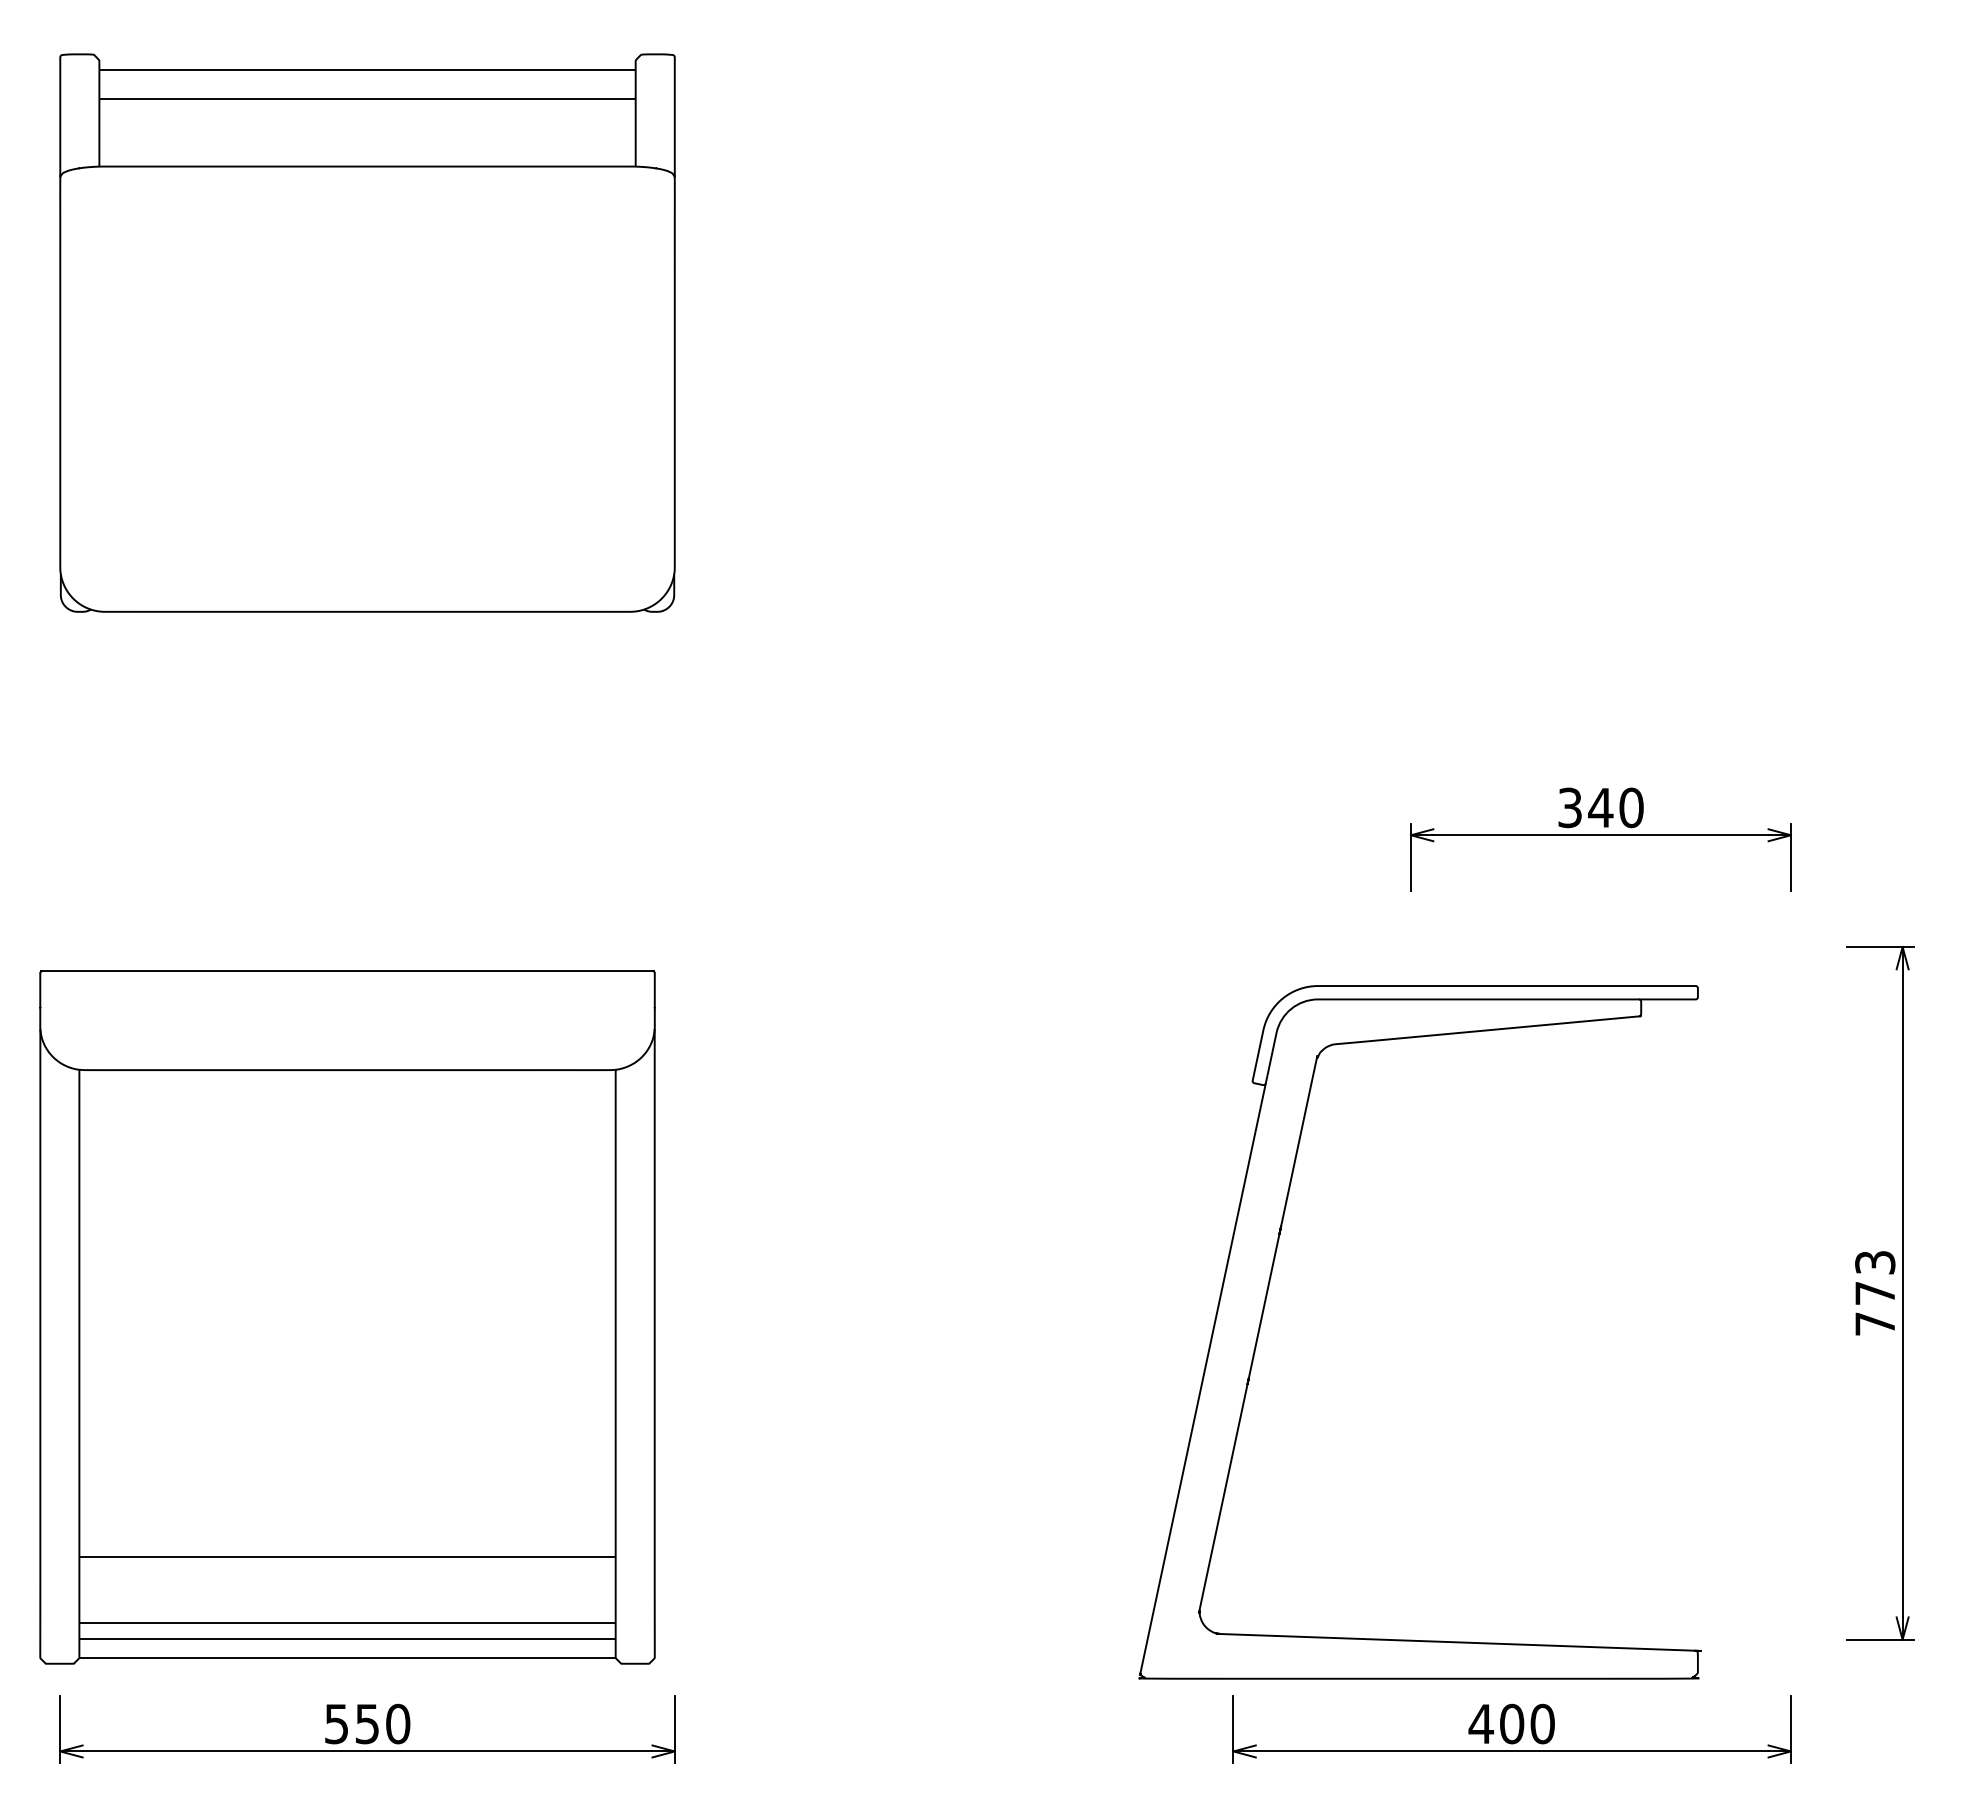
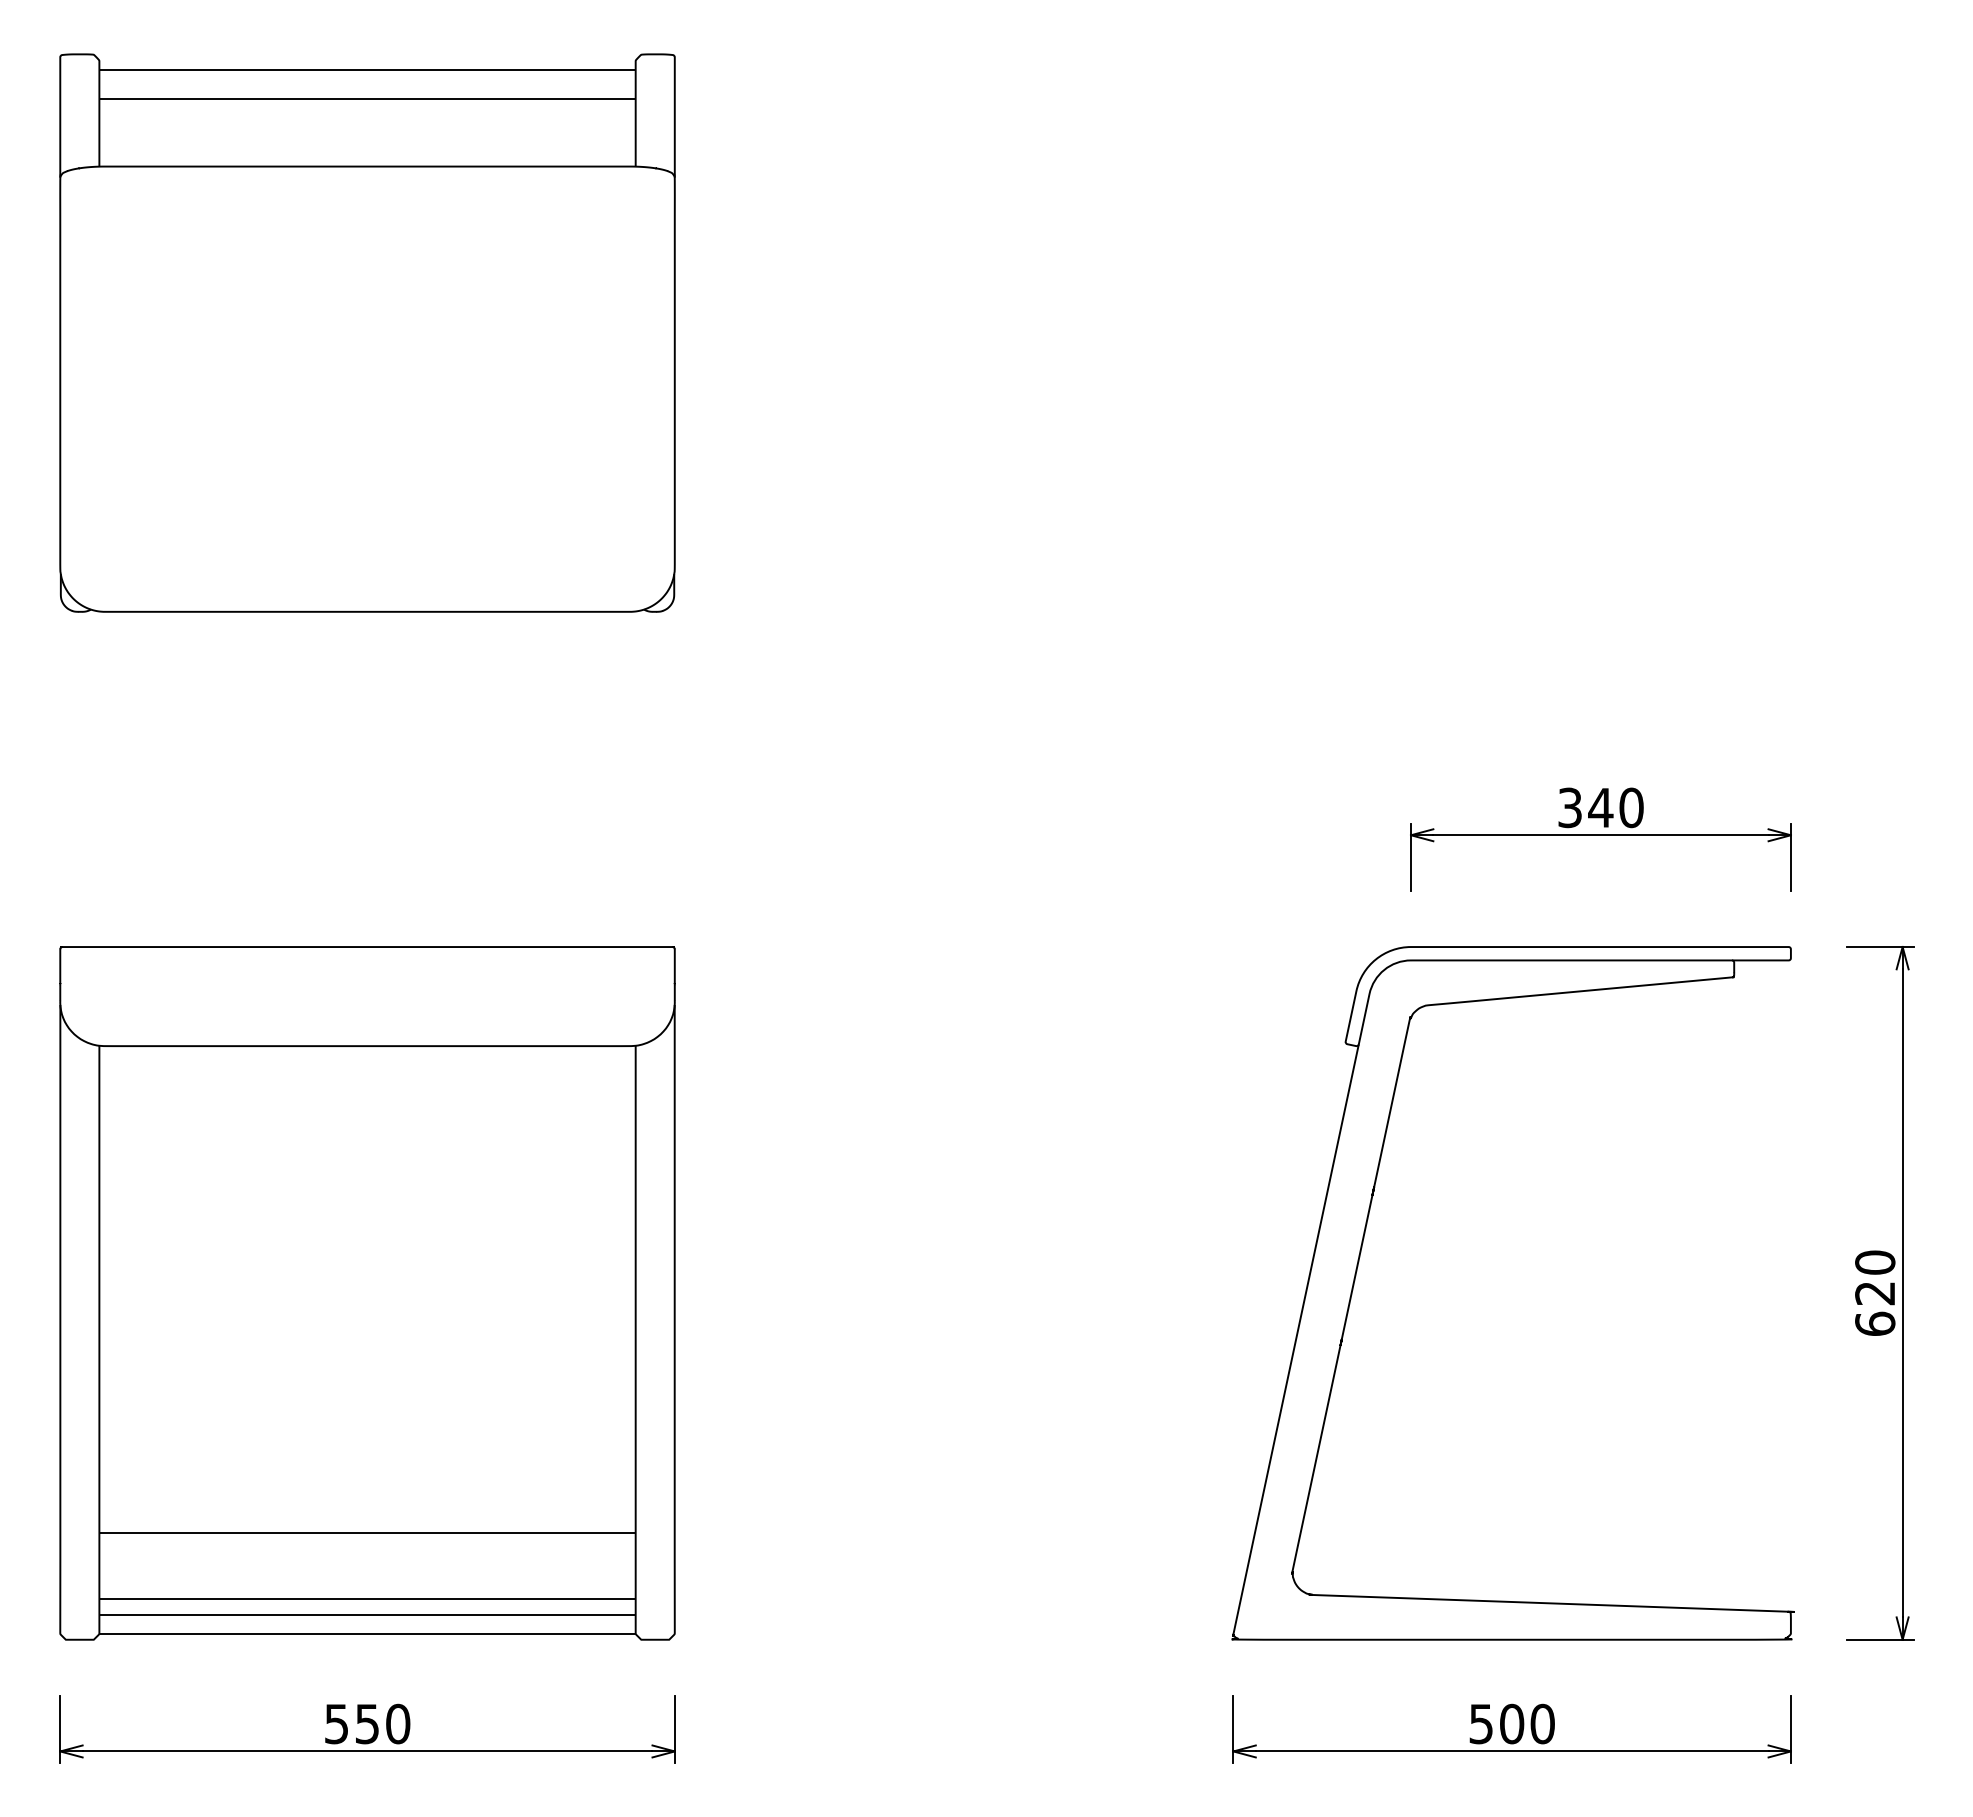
text at (1875, 1292): 773 -> 620
part at (1266, 1301) position: (1266, 1301) -> (1359, 1262)
part at (347, 1317) position: (347, 1317) -> (367, 1293)
text at (1481, 1724): 400 -> 500
